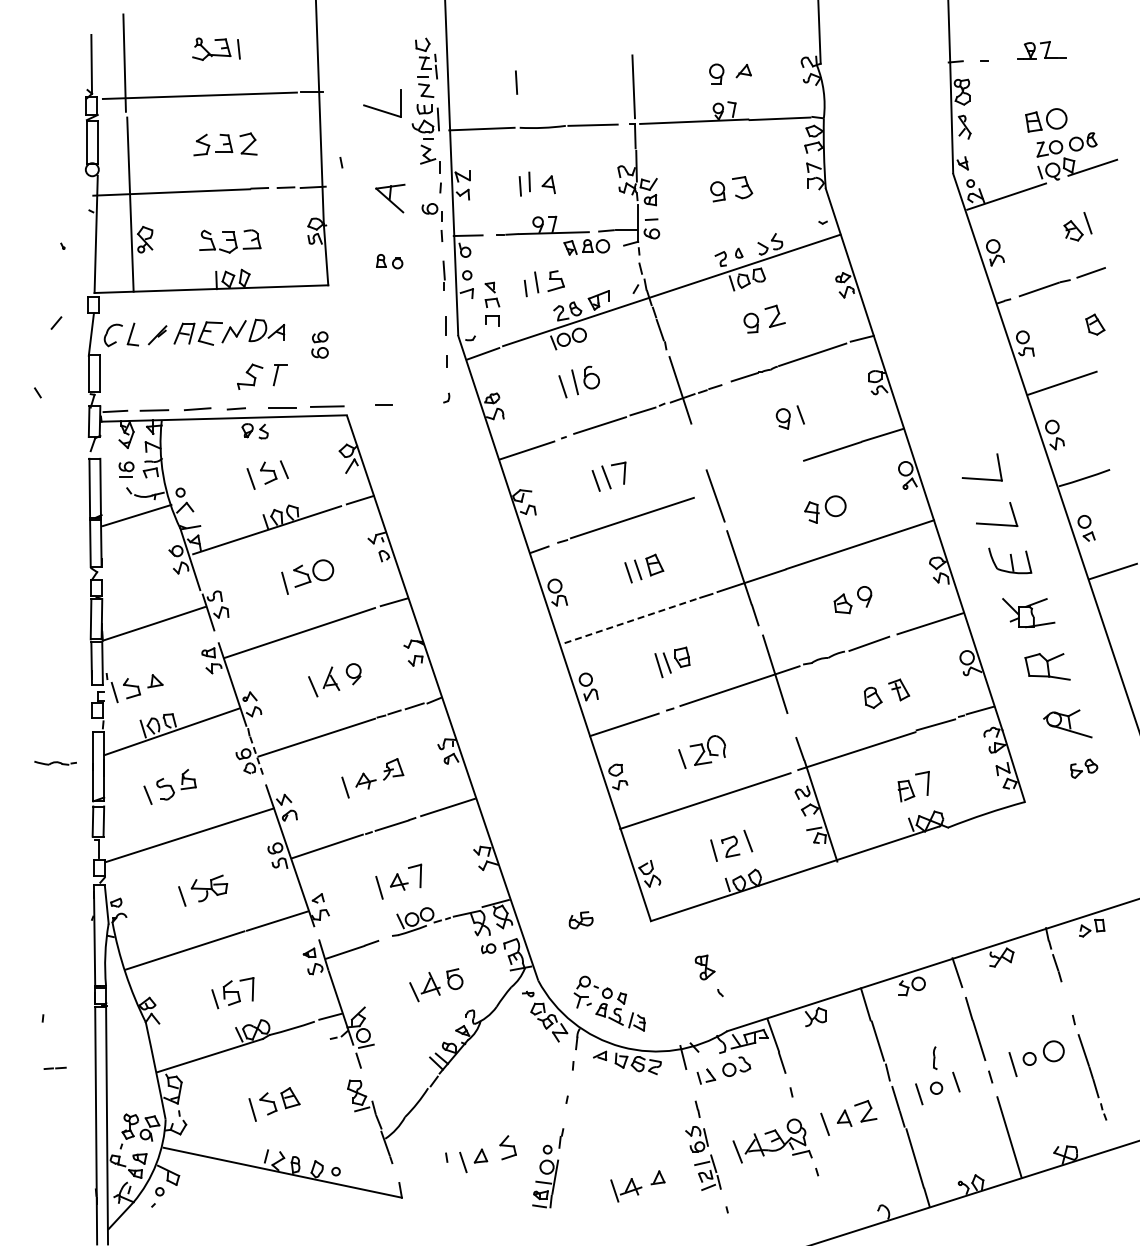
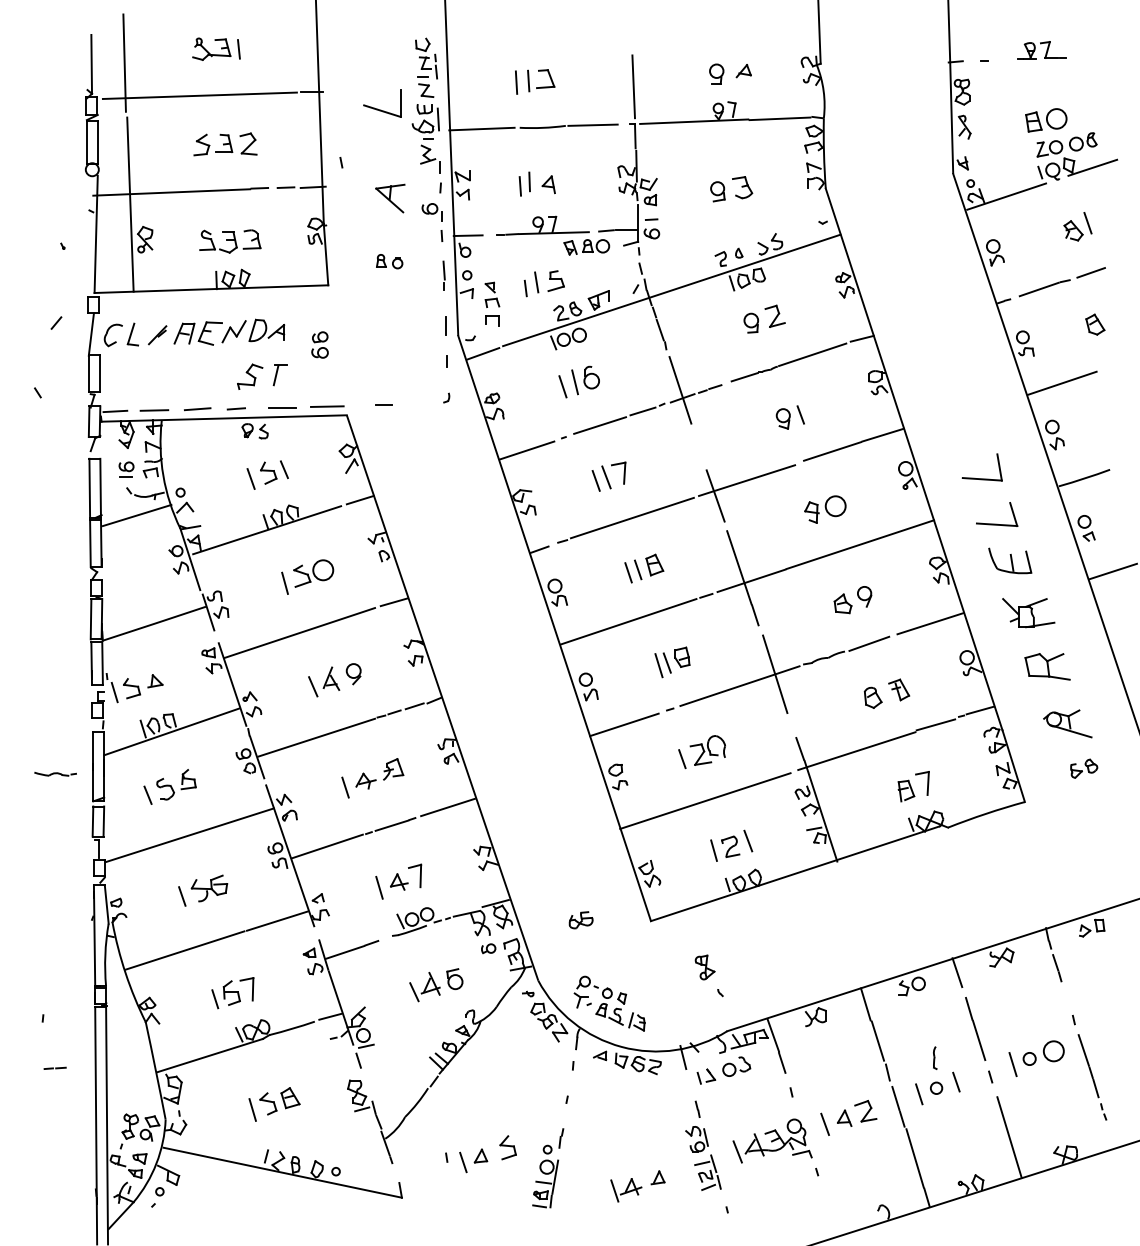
part at (541, 80): none -> present
line at (747, 480): none -> present
line at (628, 621): dashed -> solid
line at (257, 757): dashed -> solid
part at (55, 763) position: (55, 763) -> (55, 774)
